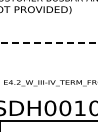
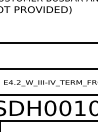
line at (49, 43): dashed -> solid
line at (48, 69): none -> present
line at (48, 94): none -> present
